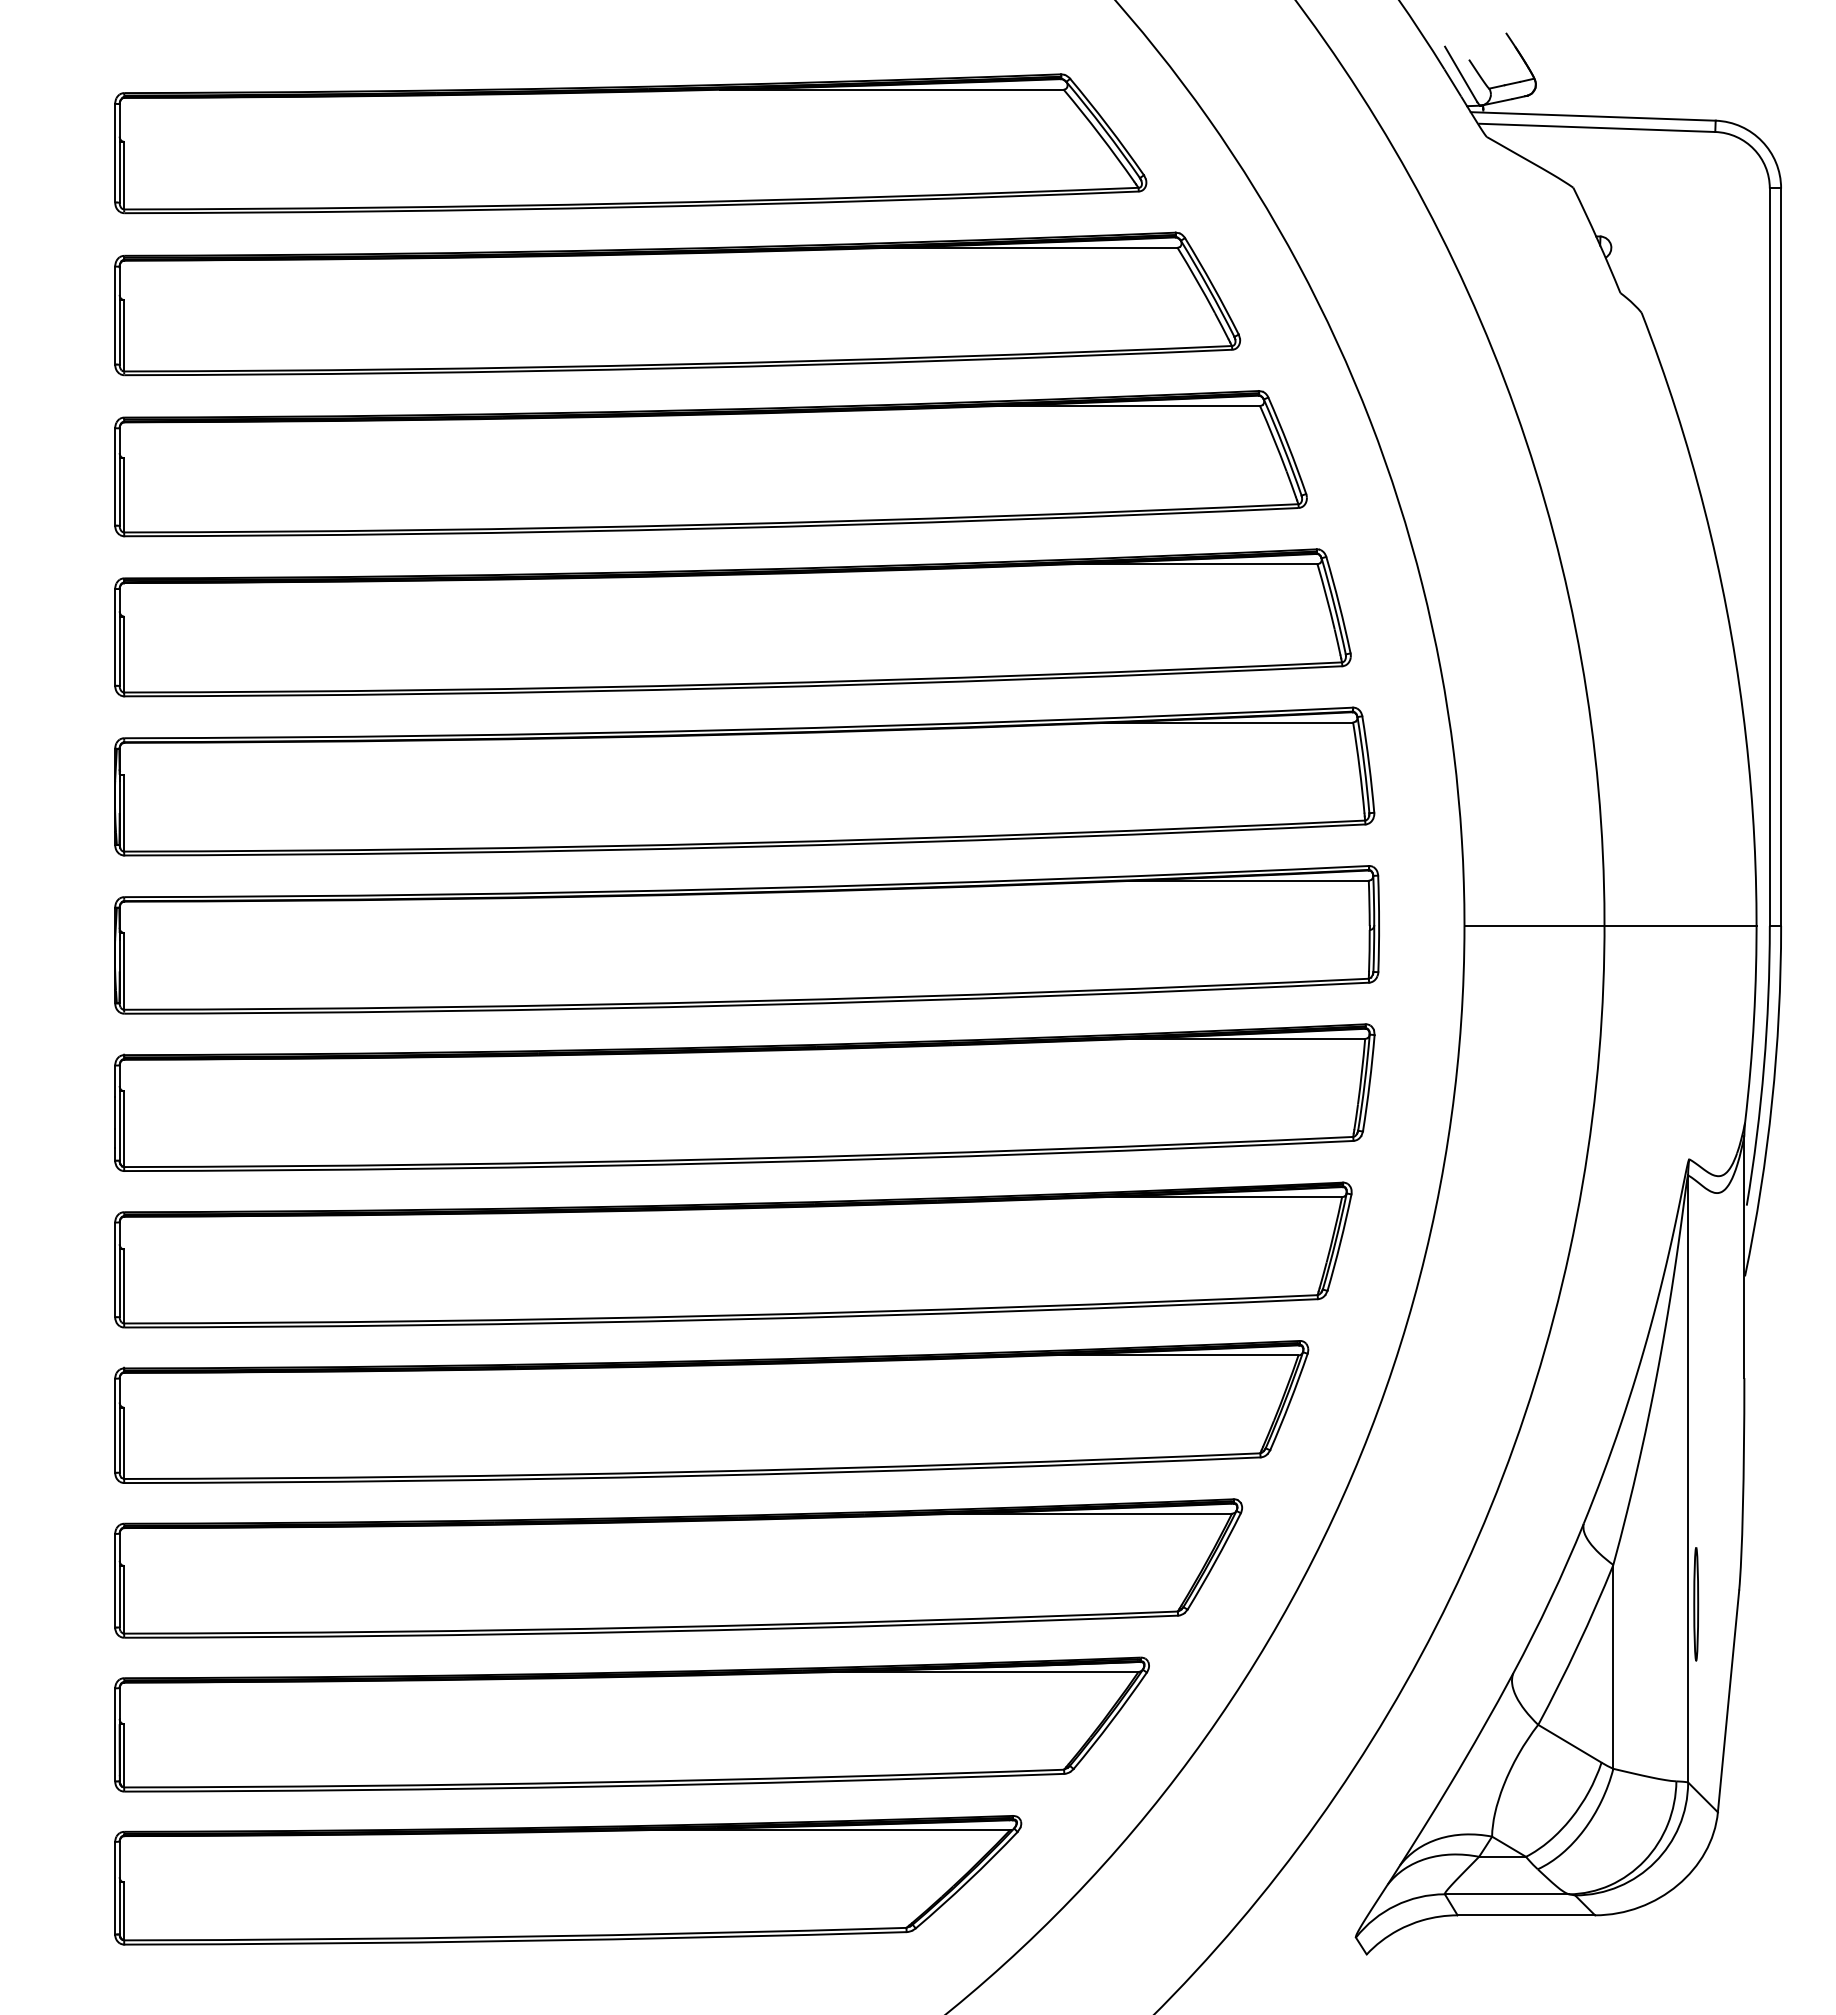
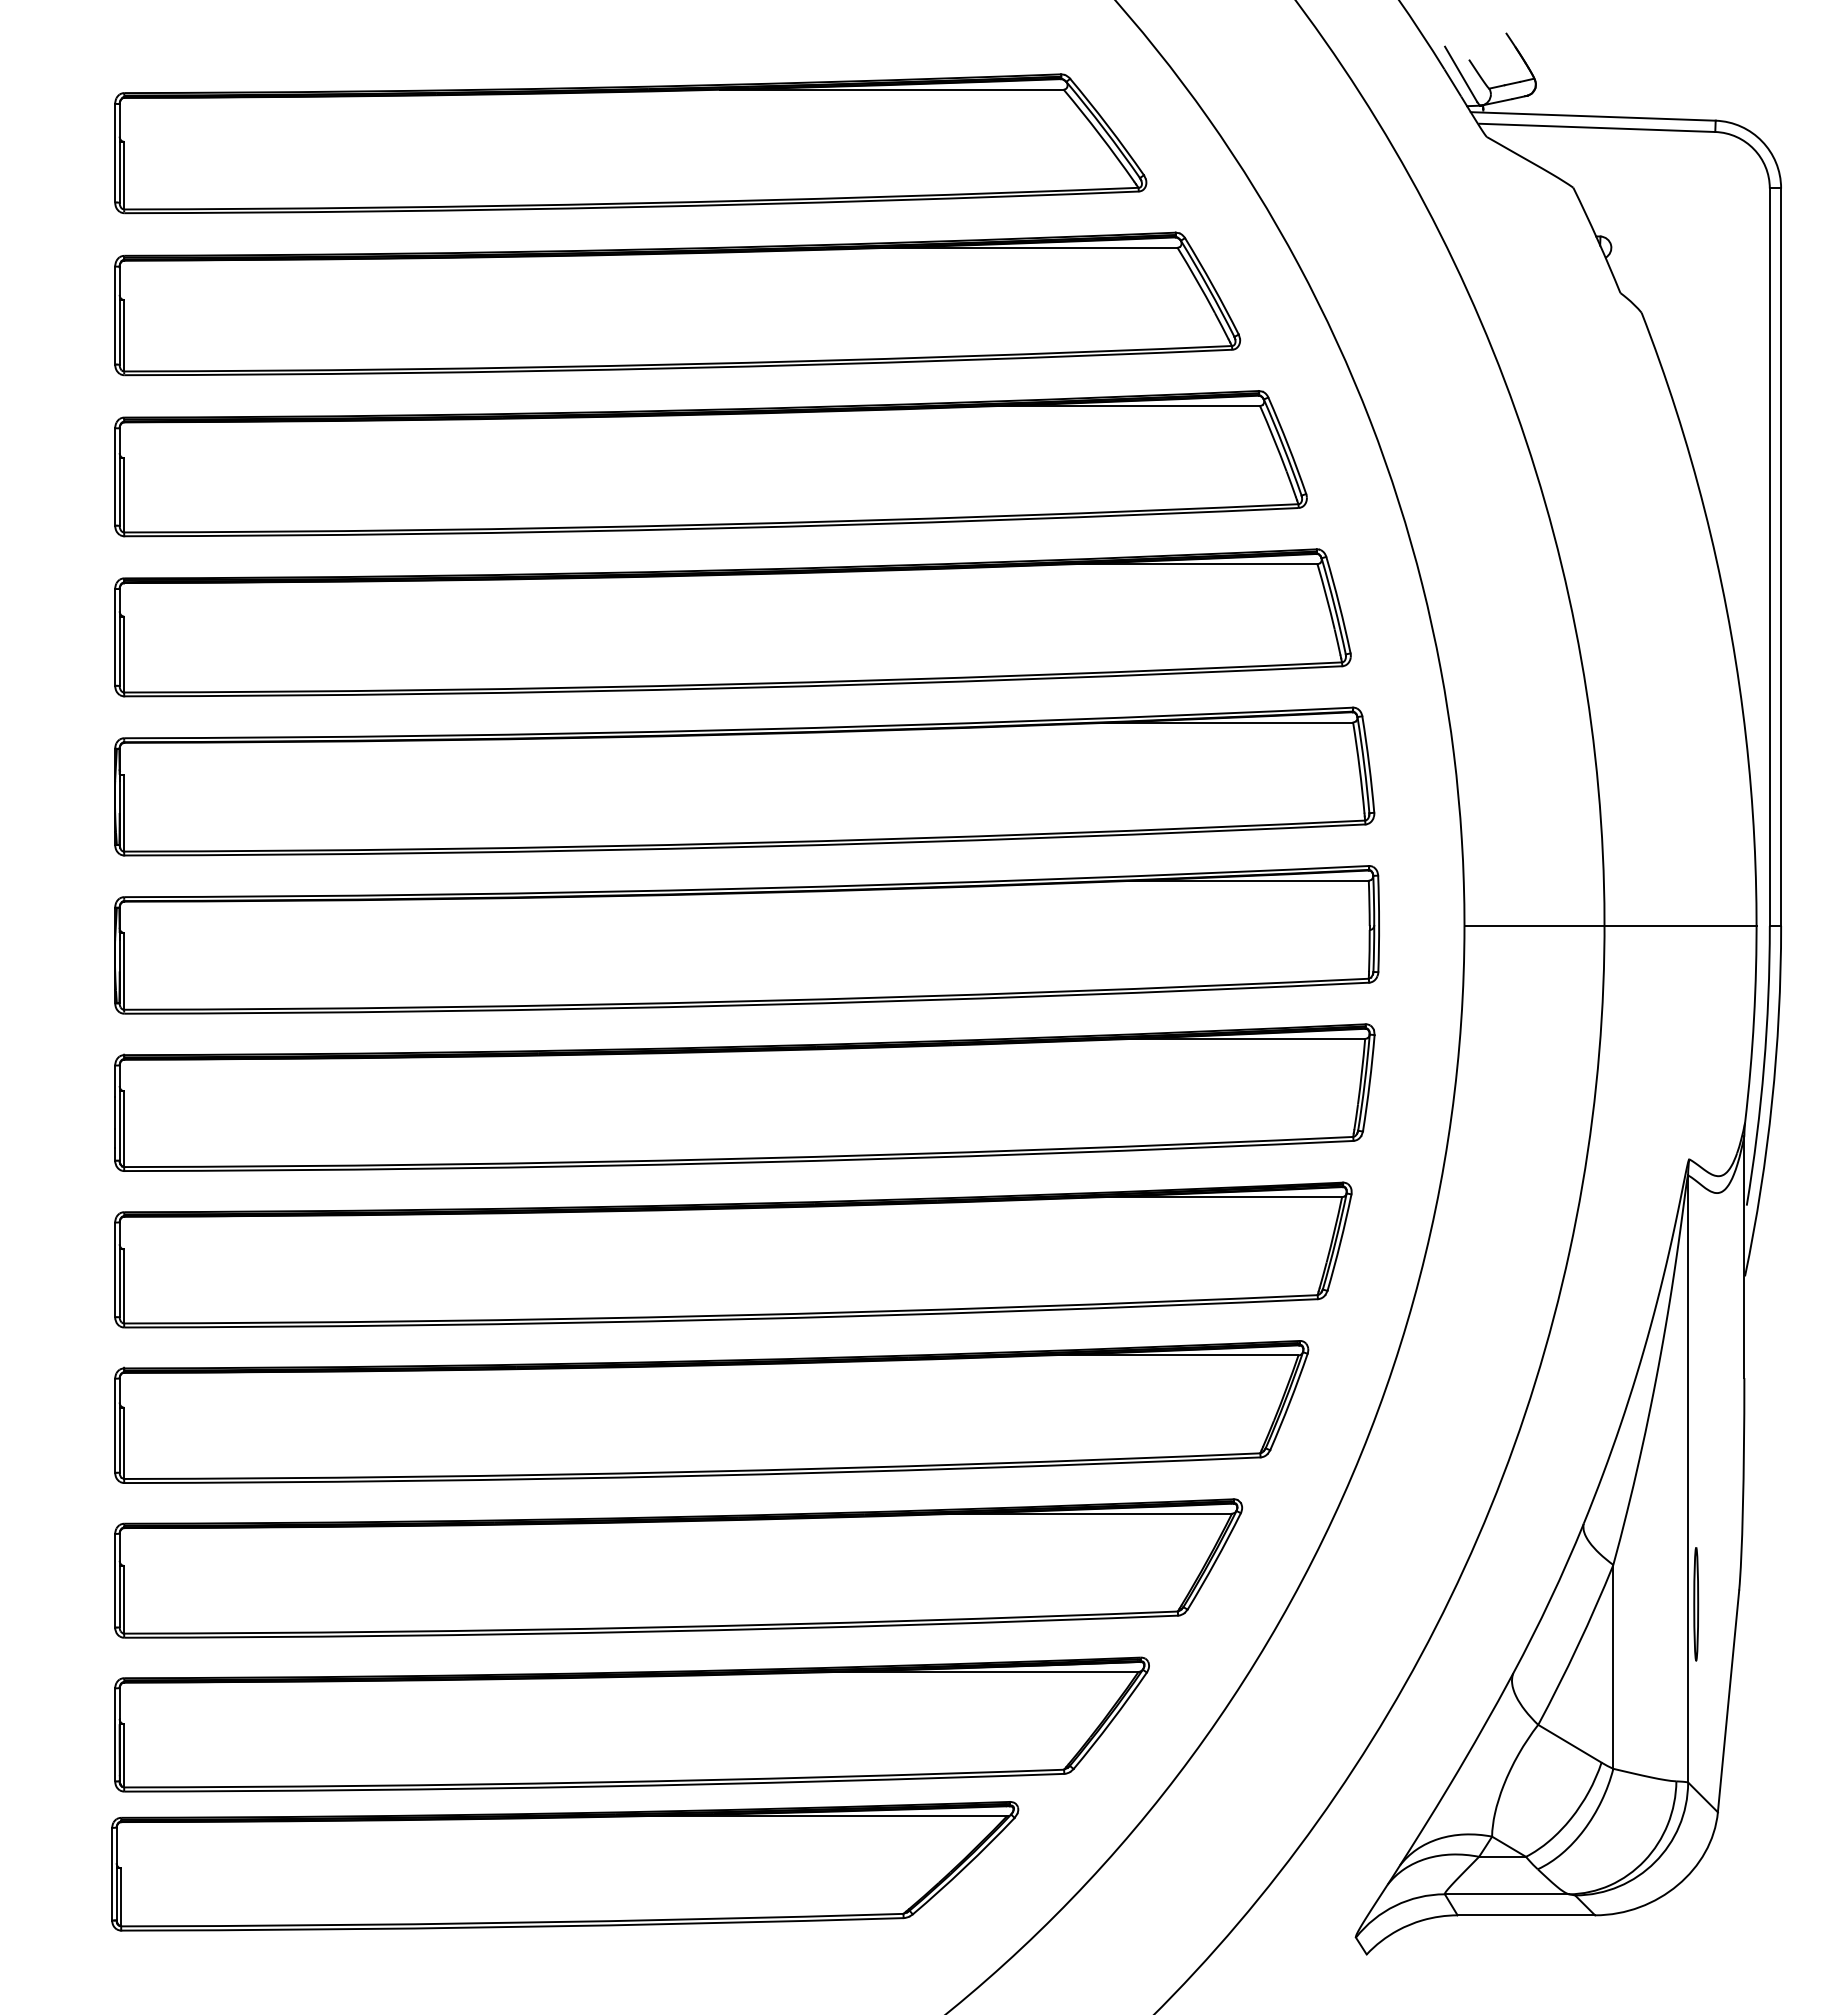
part at (568, 1880) position: (568, 1880) -> (565, 1866)
